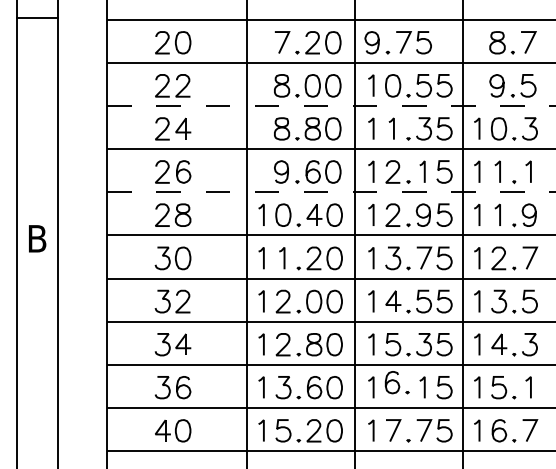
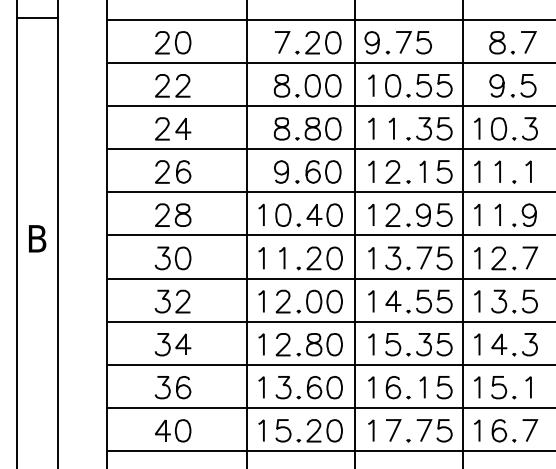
line at (332, 105): dashed -> solid
line at (332, 192): dashed -> solid
part at (396, 382) position: (396, 382) -> (397, 387)
